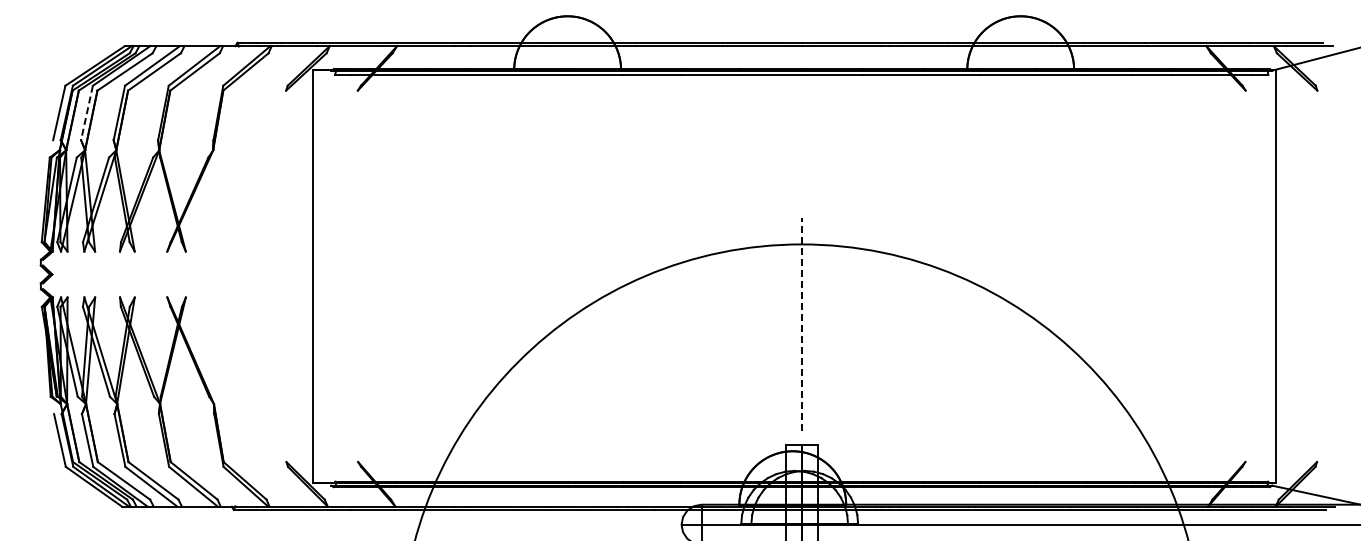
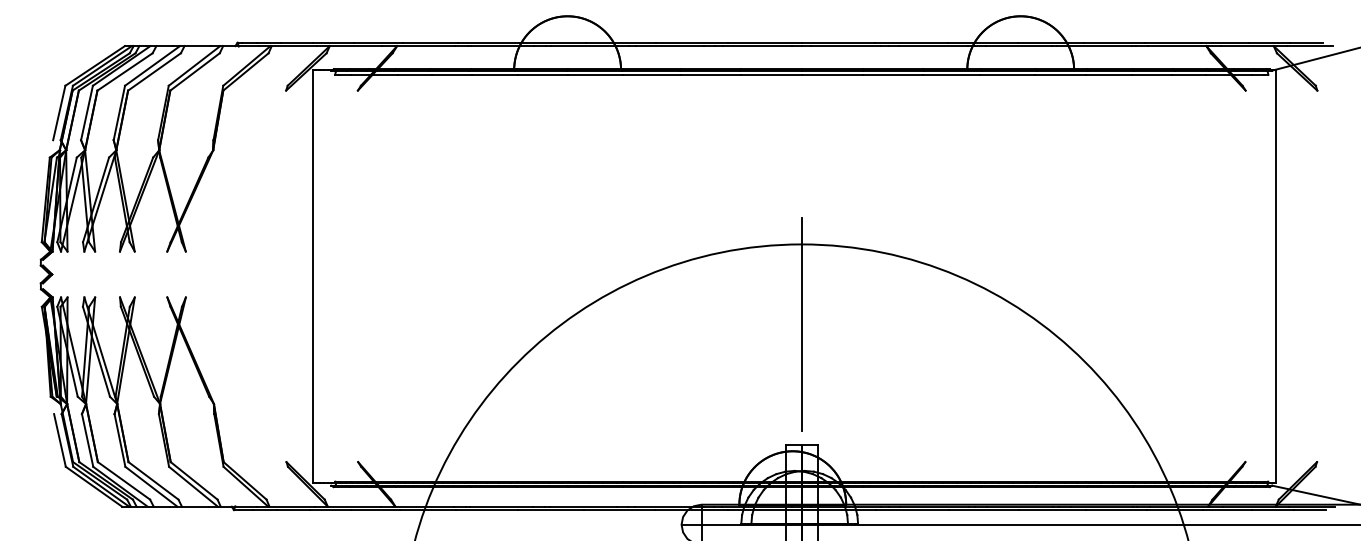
line at (87, 113): dashed -> solid
line at (801, 324): dashed -> solid
